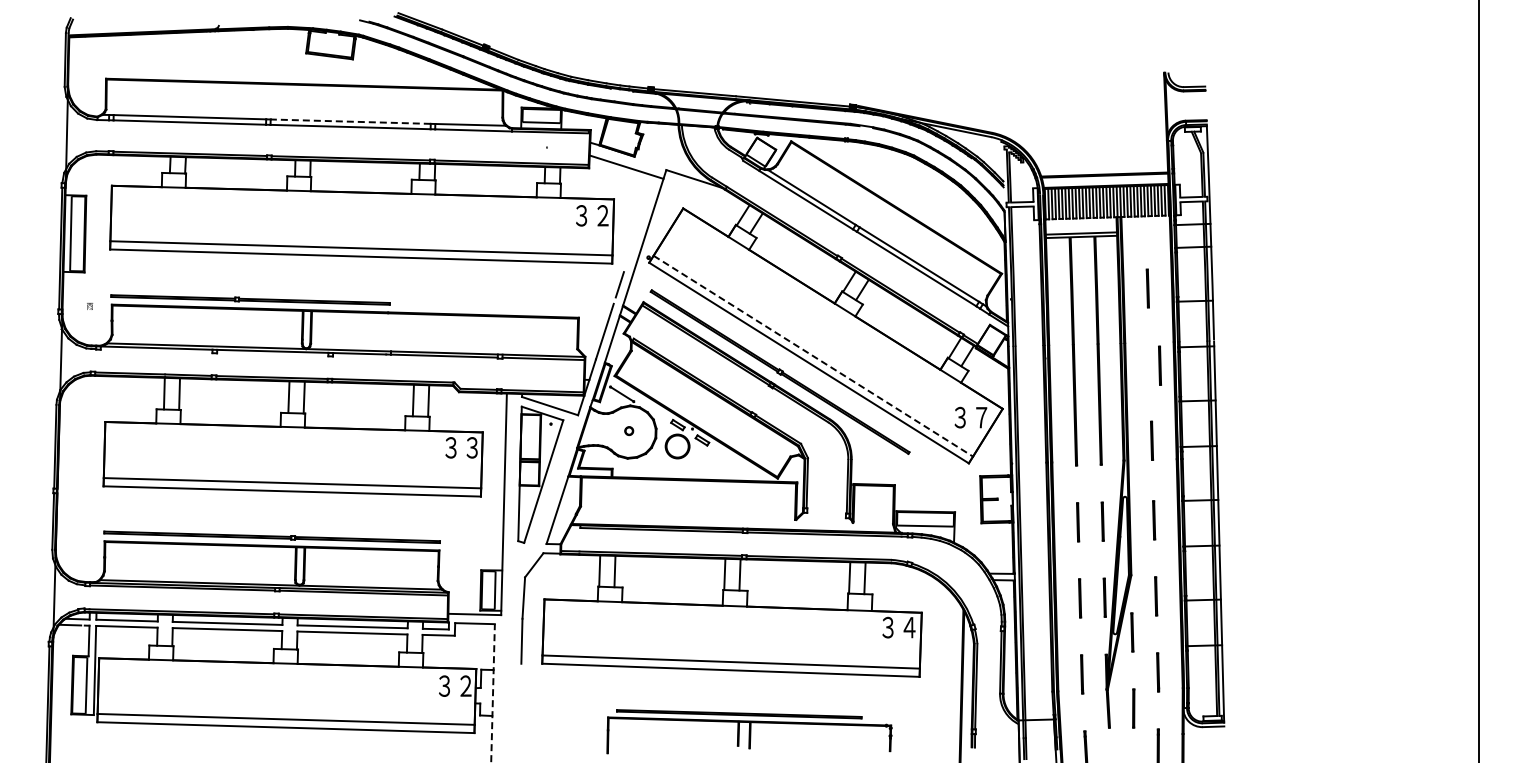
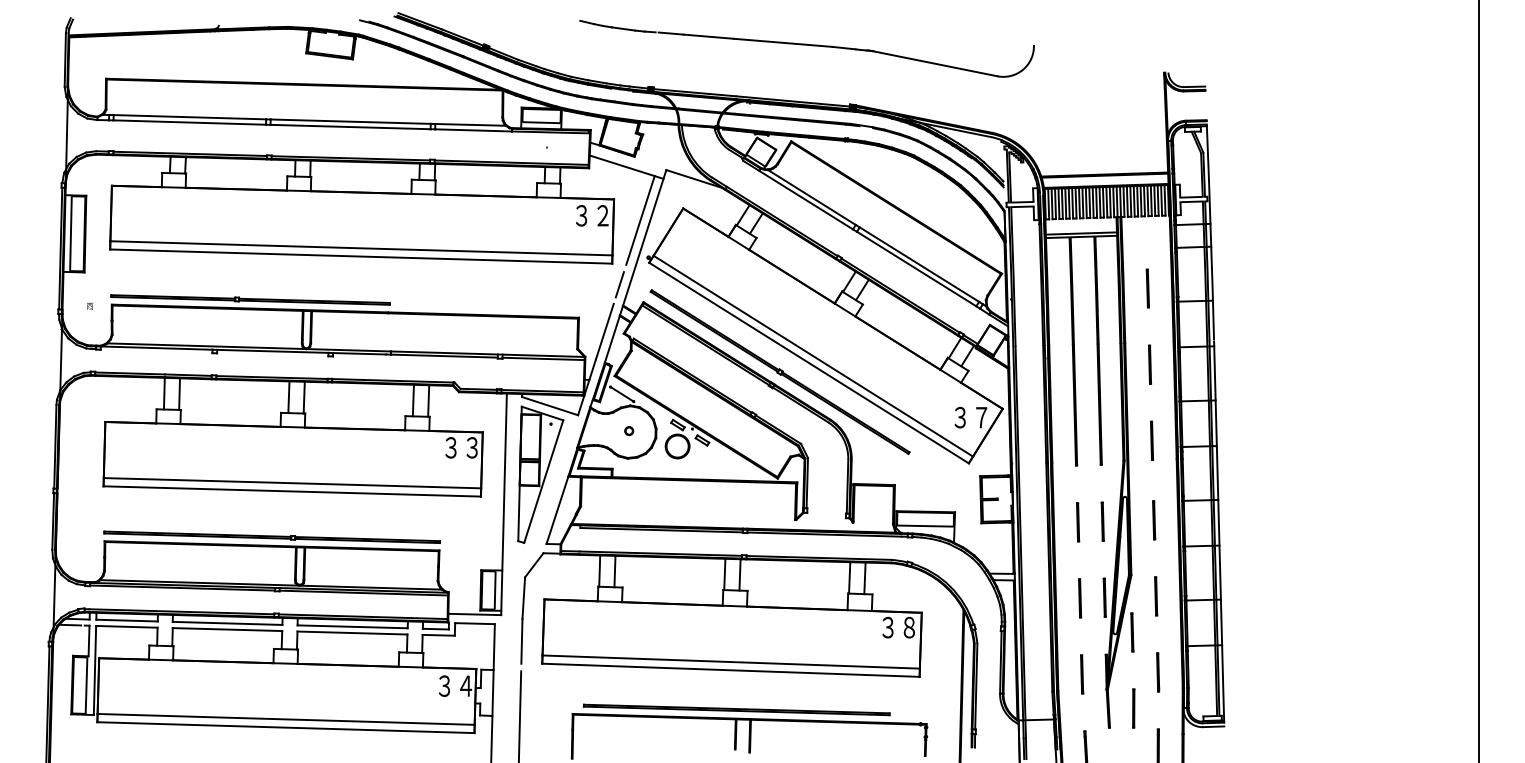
part at (806, 48): none -> present
line at (350, 121): dashed -> solid
line at (640, 220): none -> present
line at (813, 356): dashed -> solid
line at (1159, 365) position: (1159, 365) -> (1149, 364)
text at (909, 627): ３４ -> ３８
text at (466, 685): ３２ -> ３４
line at (493, 692): dashed -> solid
line at (519, 715): none -> present
part at (749, 731) size: 287x46 px -> 359x57 px
